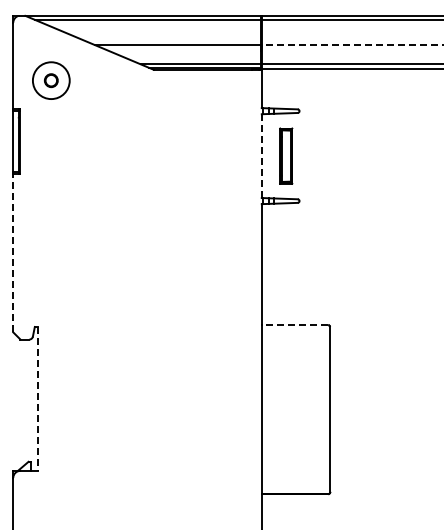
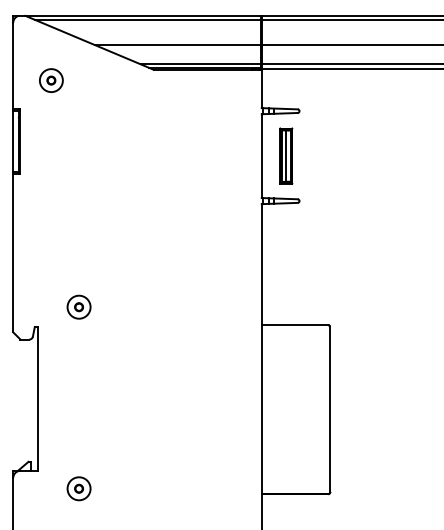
line at (352, 45): dashed -> solid
part at (51, 80) size: 39x39 px -> 25x25 px
line at (286, 155): none -> present
line at (261, 156): dashed -> solid
line at (13, 252): dashed -> solid
part at (78, 306): none -> present
line at (294, 325): dashed -> solid
line at (38, 398): dashed -> solid
part at (78, 488): none -> present
